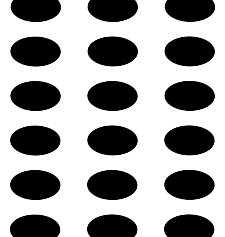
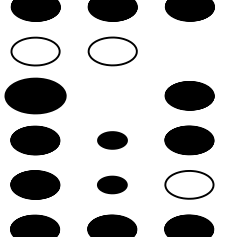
hatch at (35, 51): present -> none
hatch at (112, 51): present -> none
part at (189, 51): present -> none
part at (35, 95) size: 51x30 px -> 63x38 px
part at (112, 95): present -> none
part at (112, 140) size: 51x31 px -> 31x19 px
part at (112, 184) size: 51x30 px -> 31x20 px
hatch at (189, 184): present -> none
